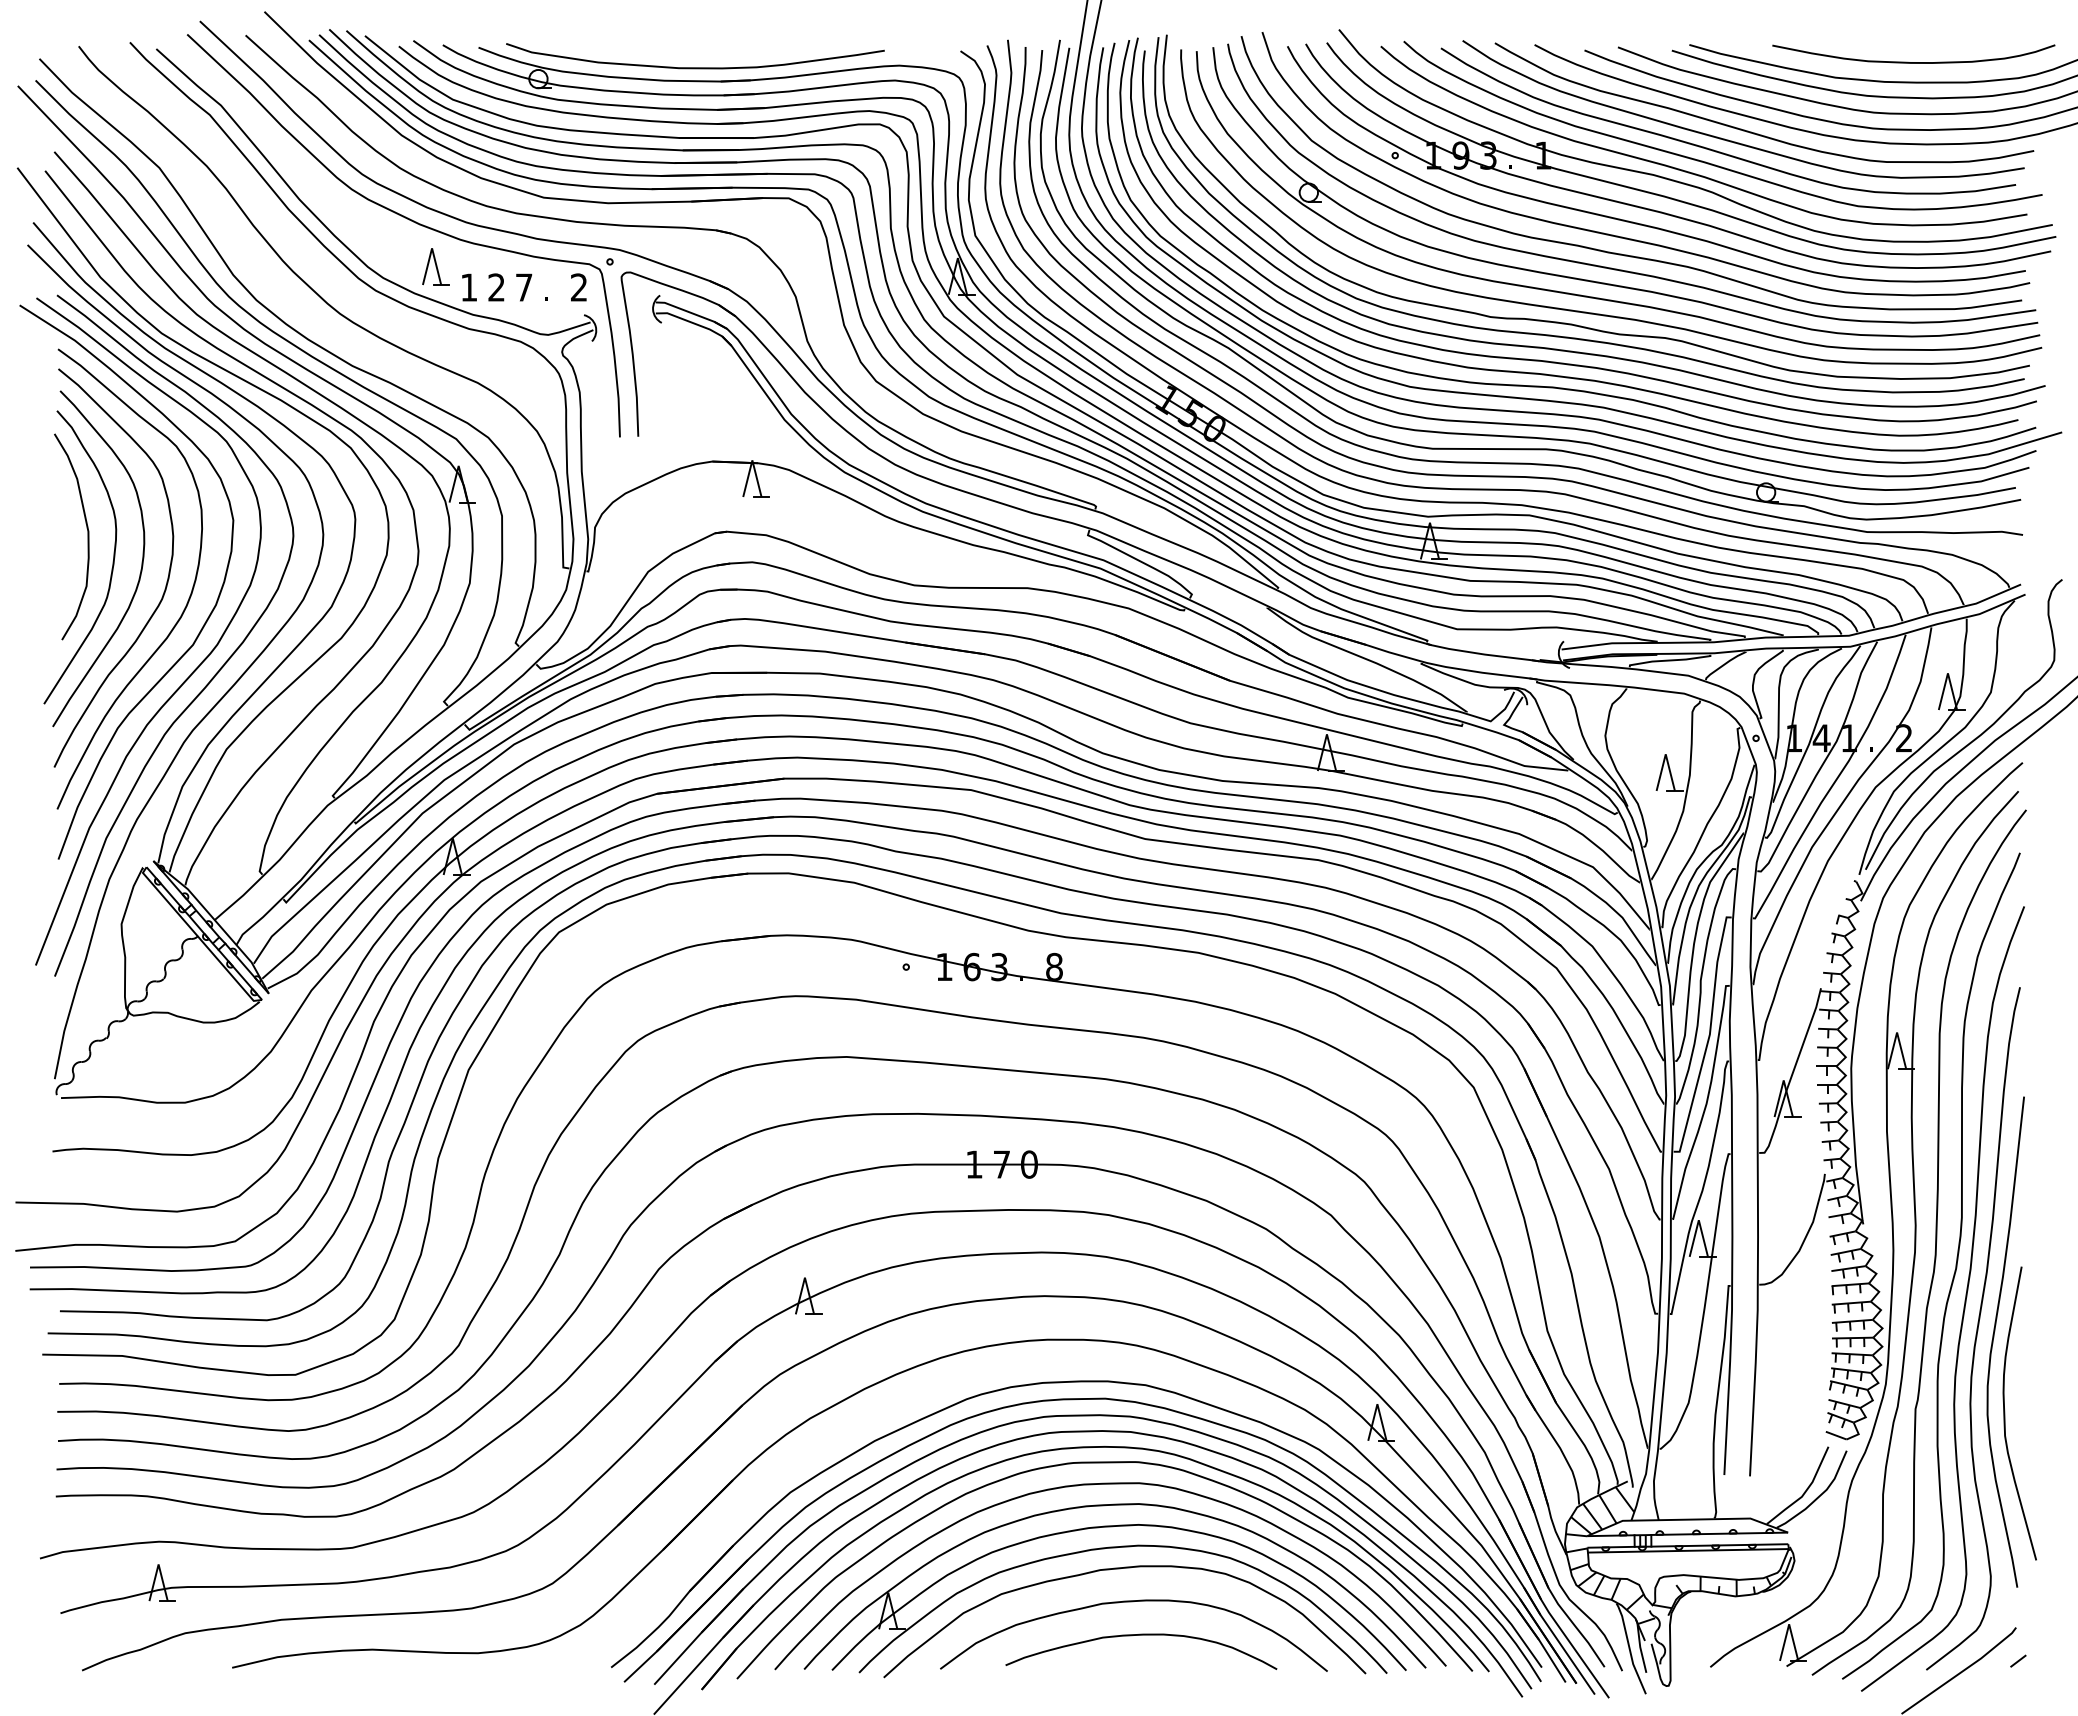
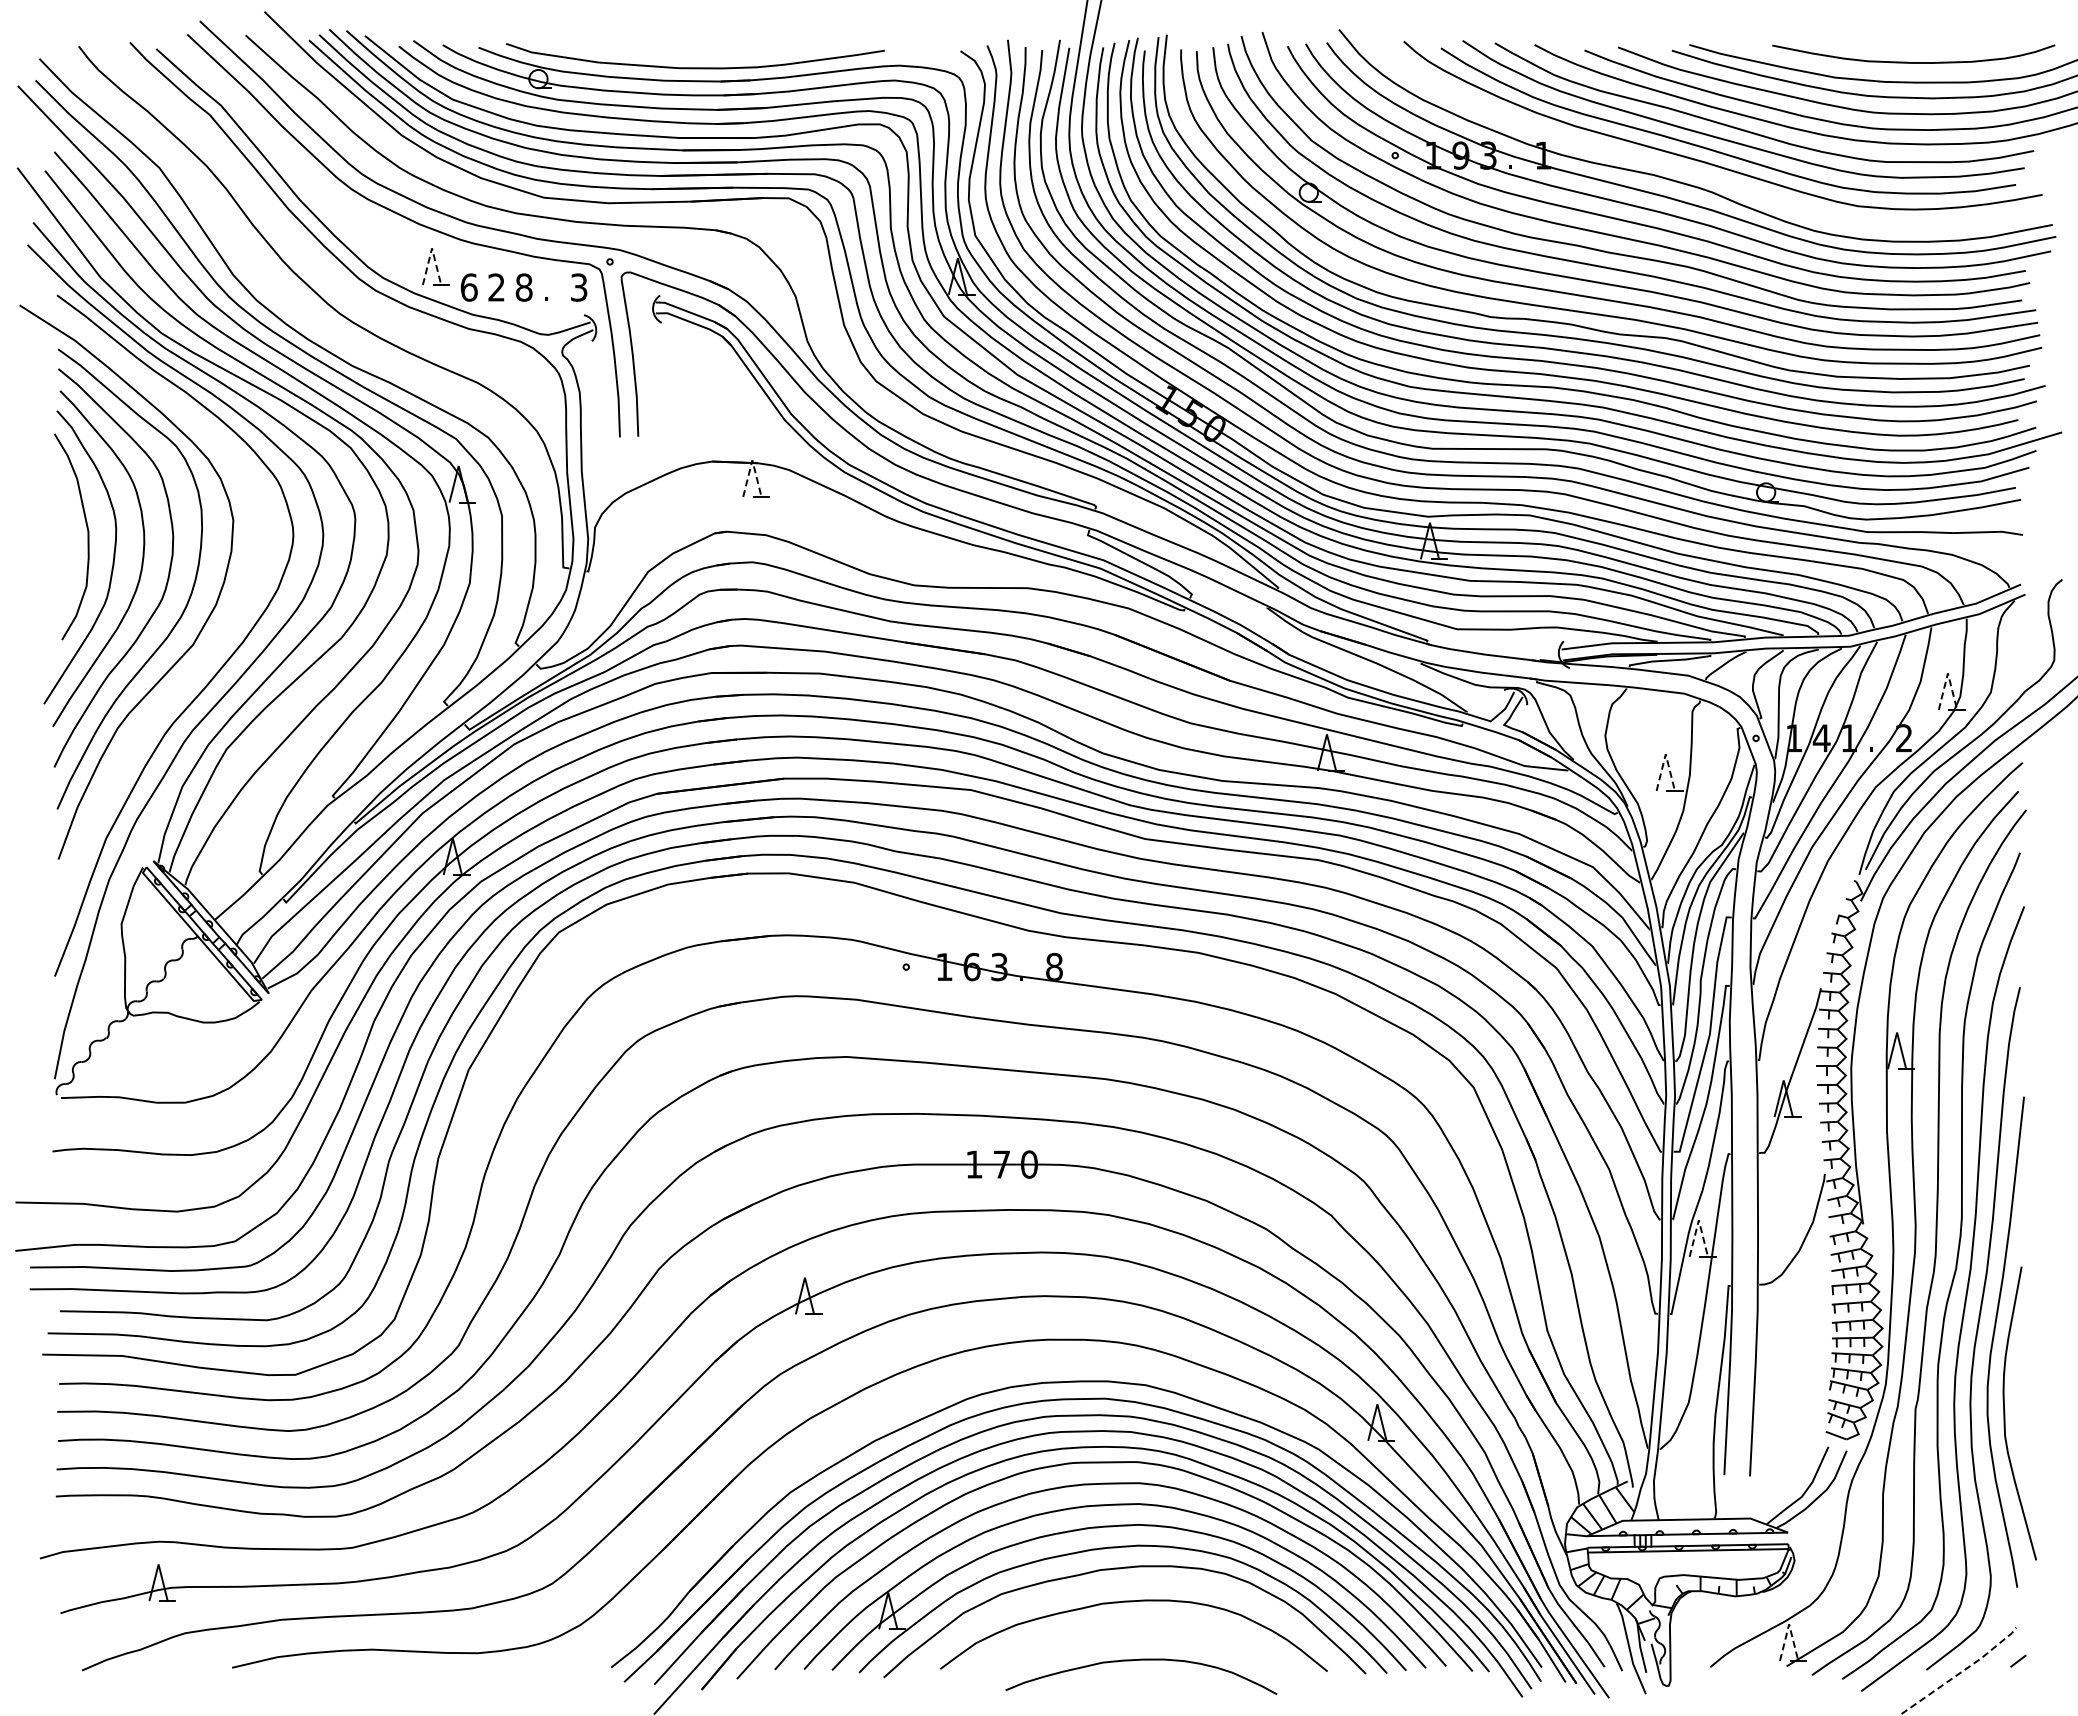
curve at (1693, 172): present -> none
line at (432, 248): solid -> dashed
text at (468, 287): 1 -> 6
text at (523, 287): 7 -> 8
text at (579, 287): 2 -> 3
line at (752, 460): solid -> dashed
curve at (192, 671): present -> none
line at (1947, 673): solid -> dashed
line at (1665, 754): solid -> dashed
line at (1698, 1220): solid -> dashed
line at (1789, 1624): solid -> dashed
curve at (1141, 1635) position: (1141, 1635) -> (1141, 1660)
line at (1961, 1672): solid -> dashed
